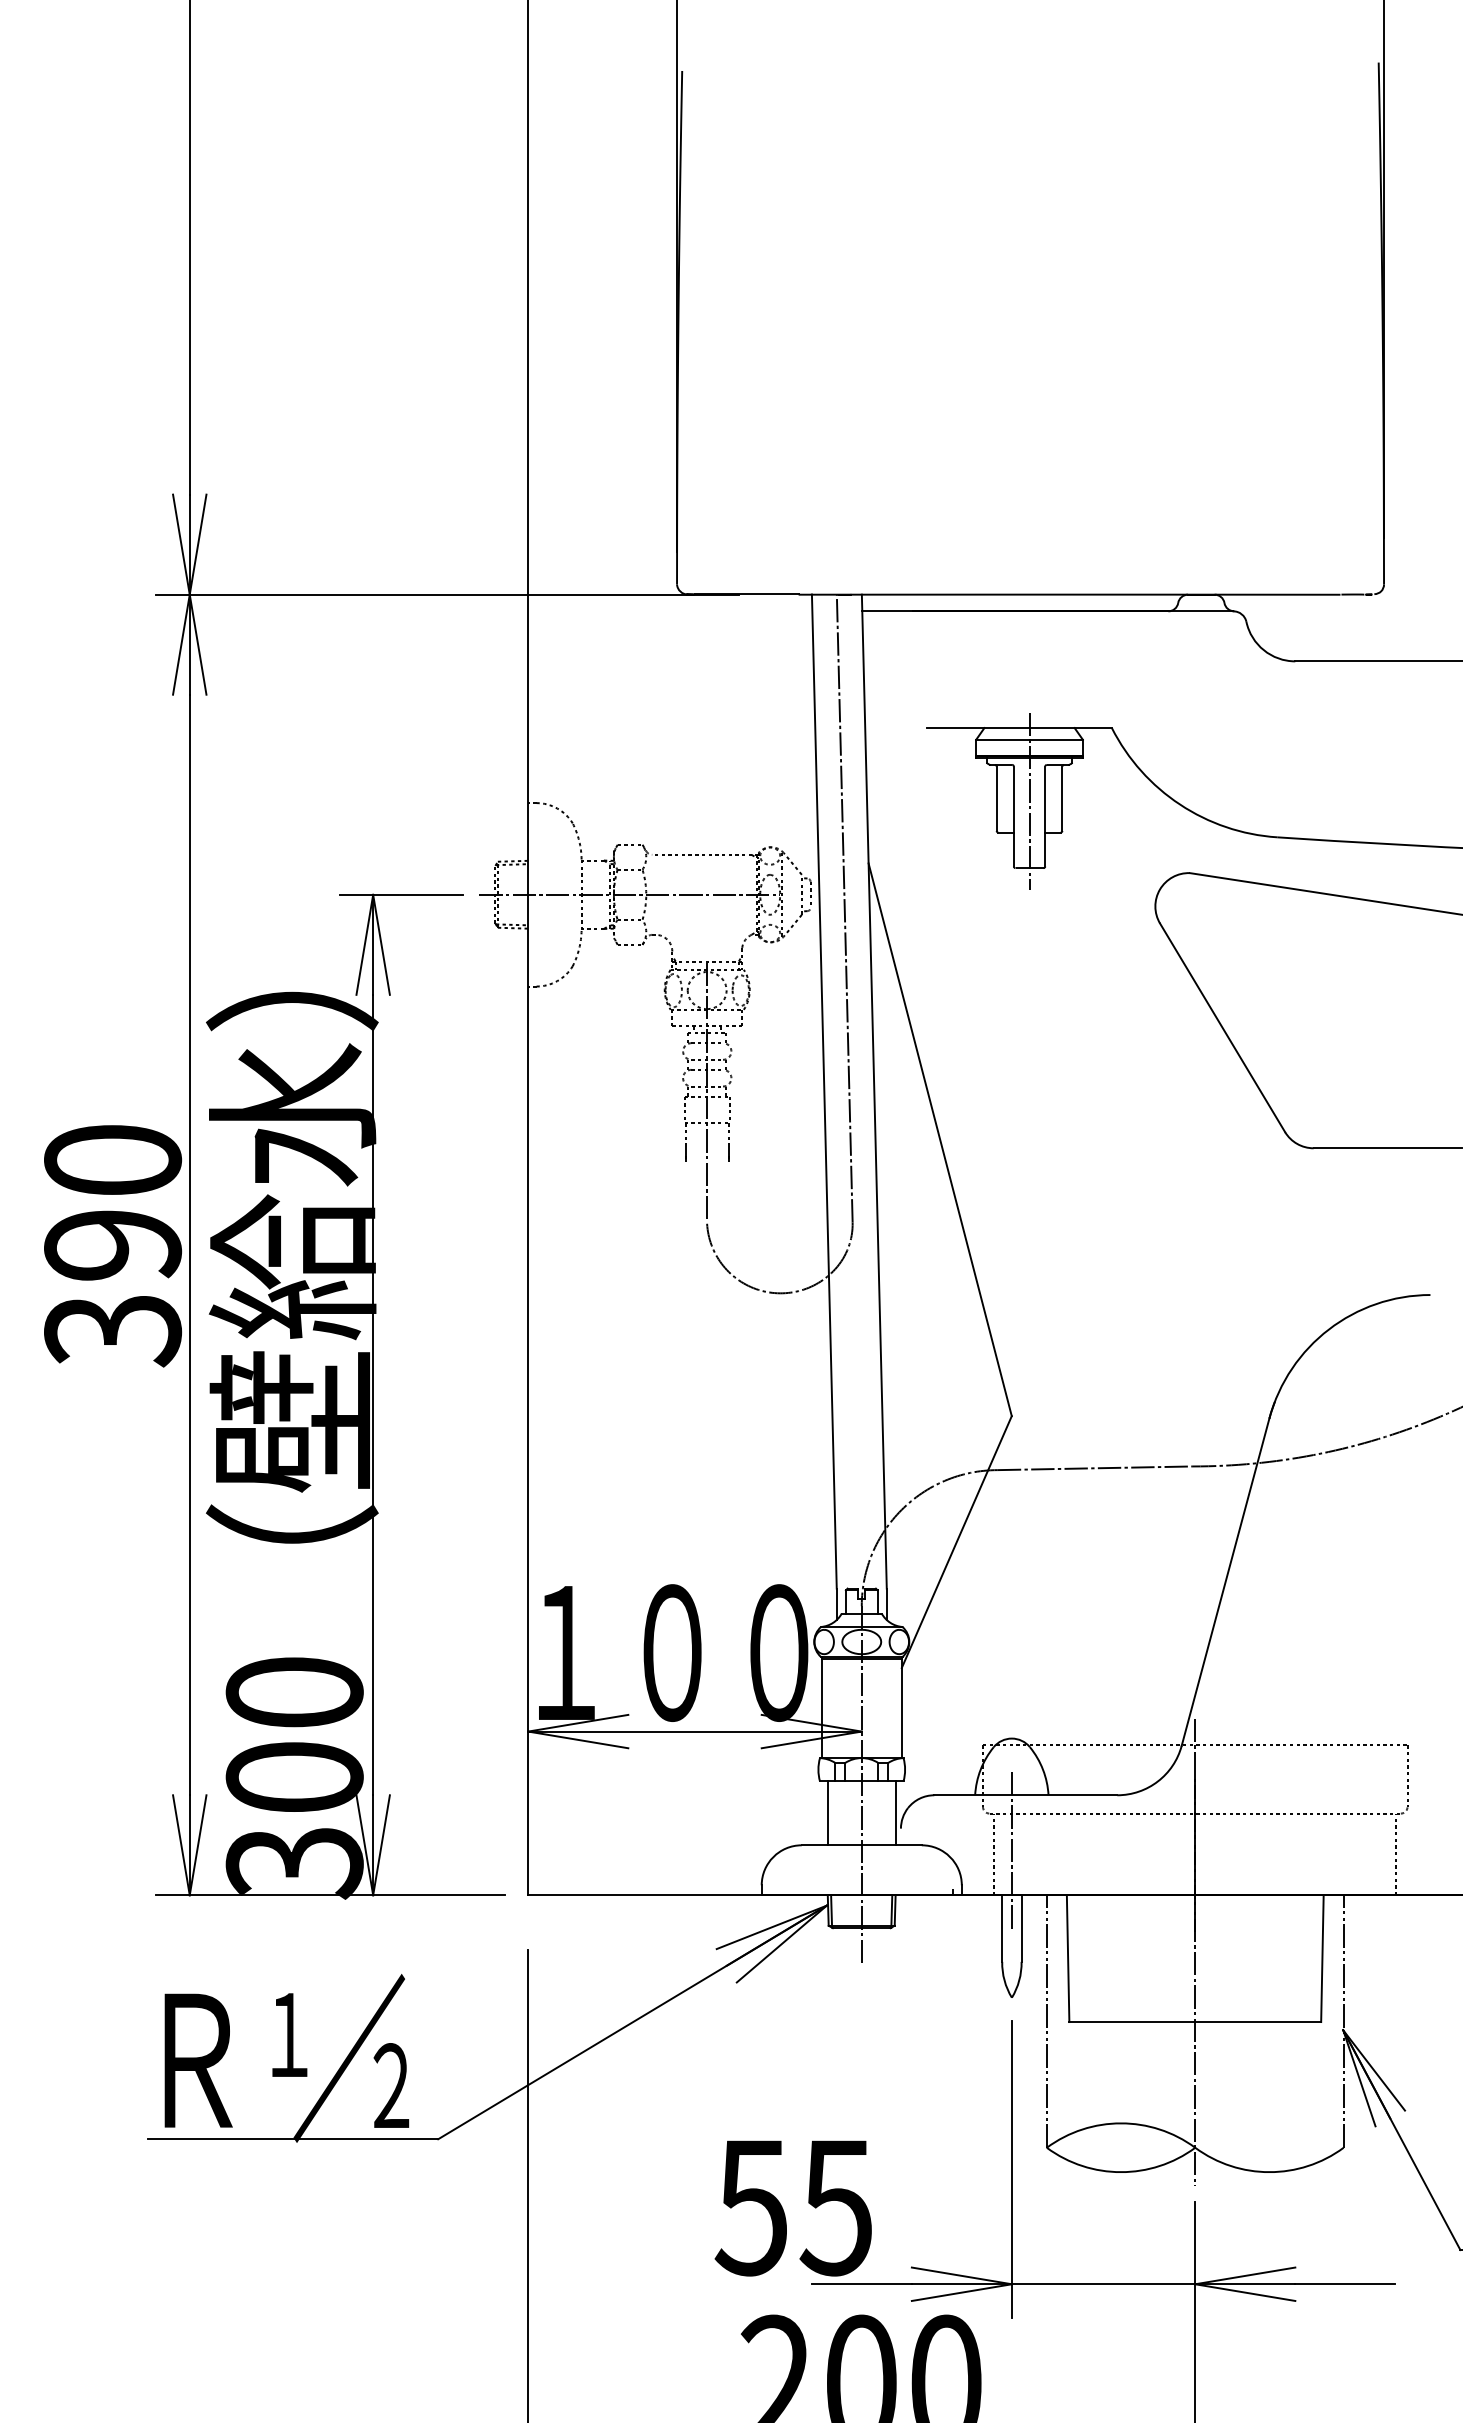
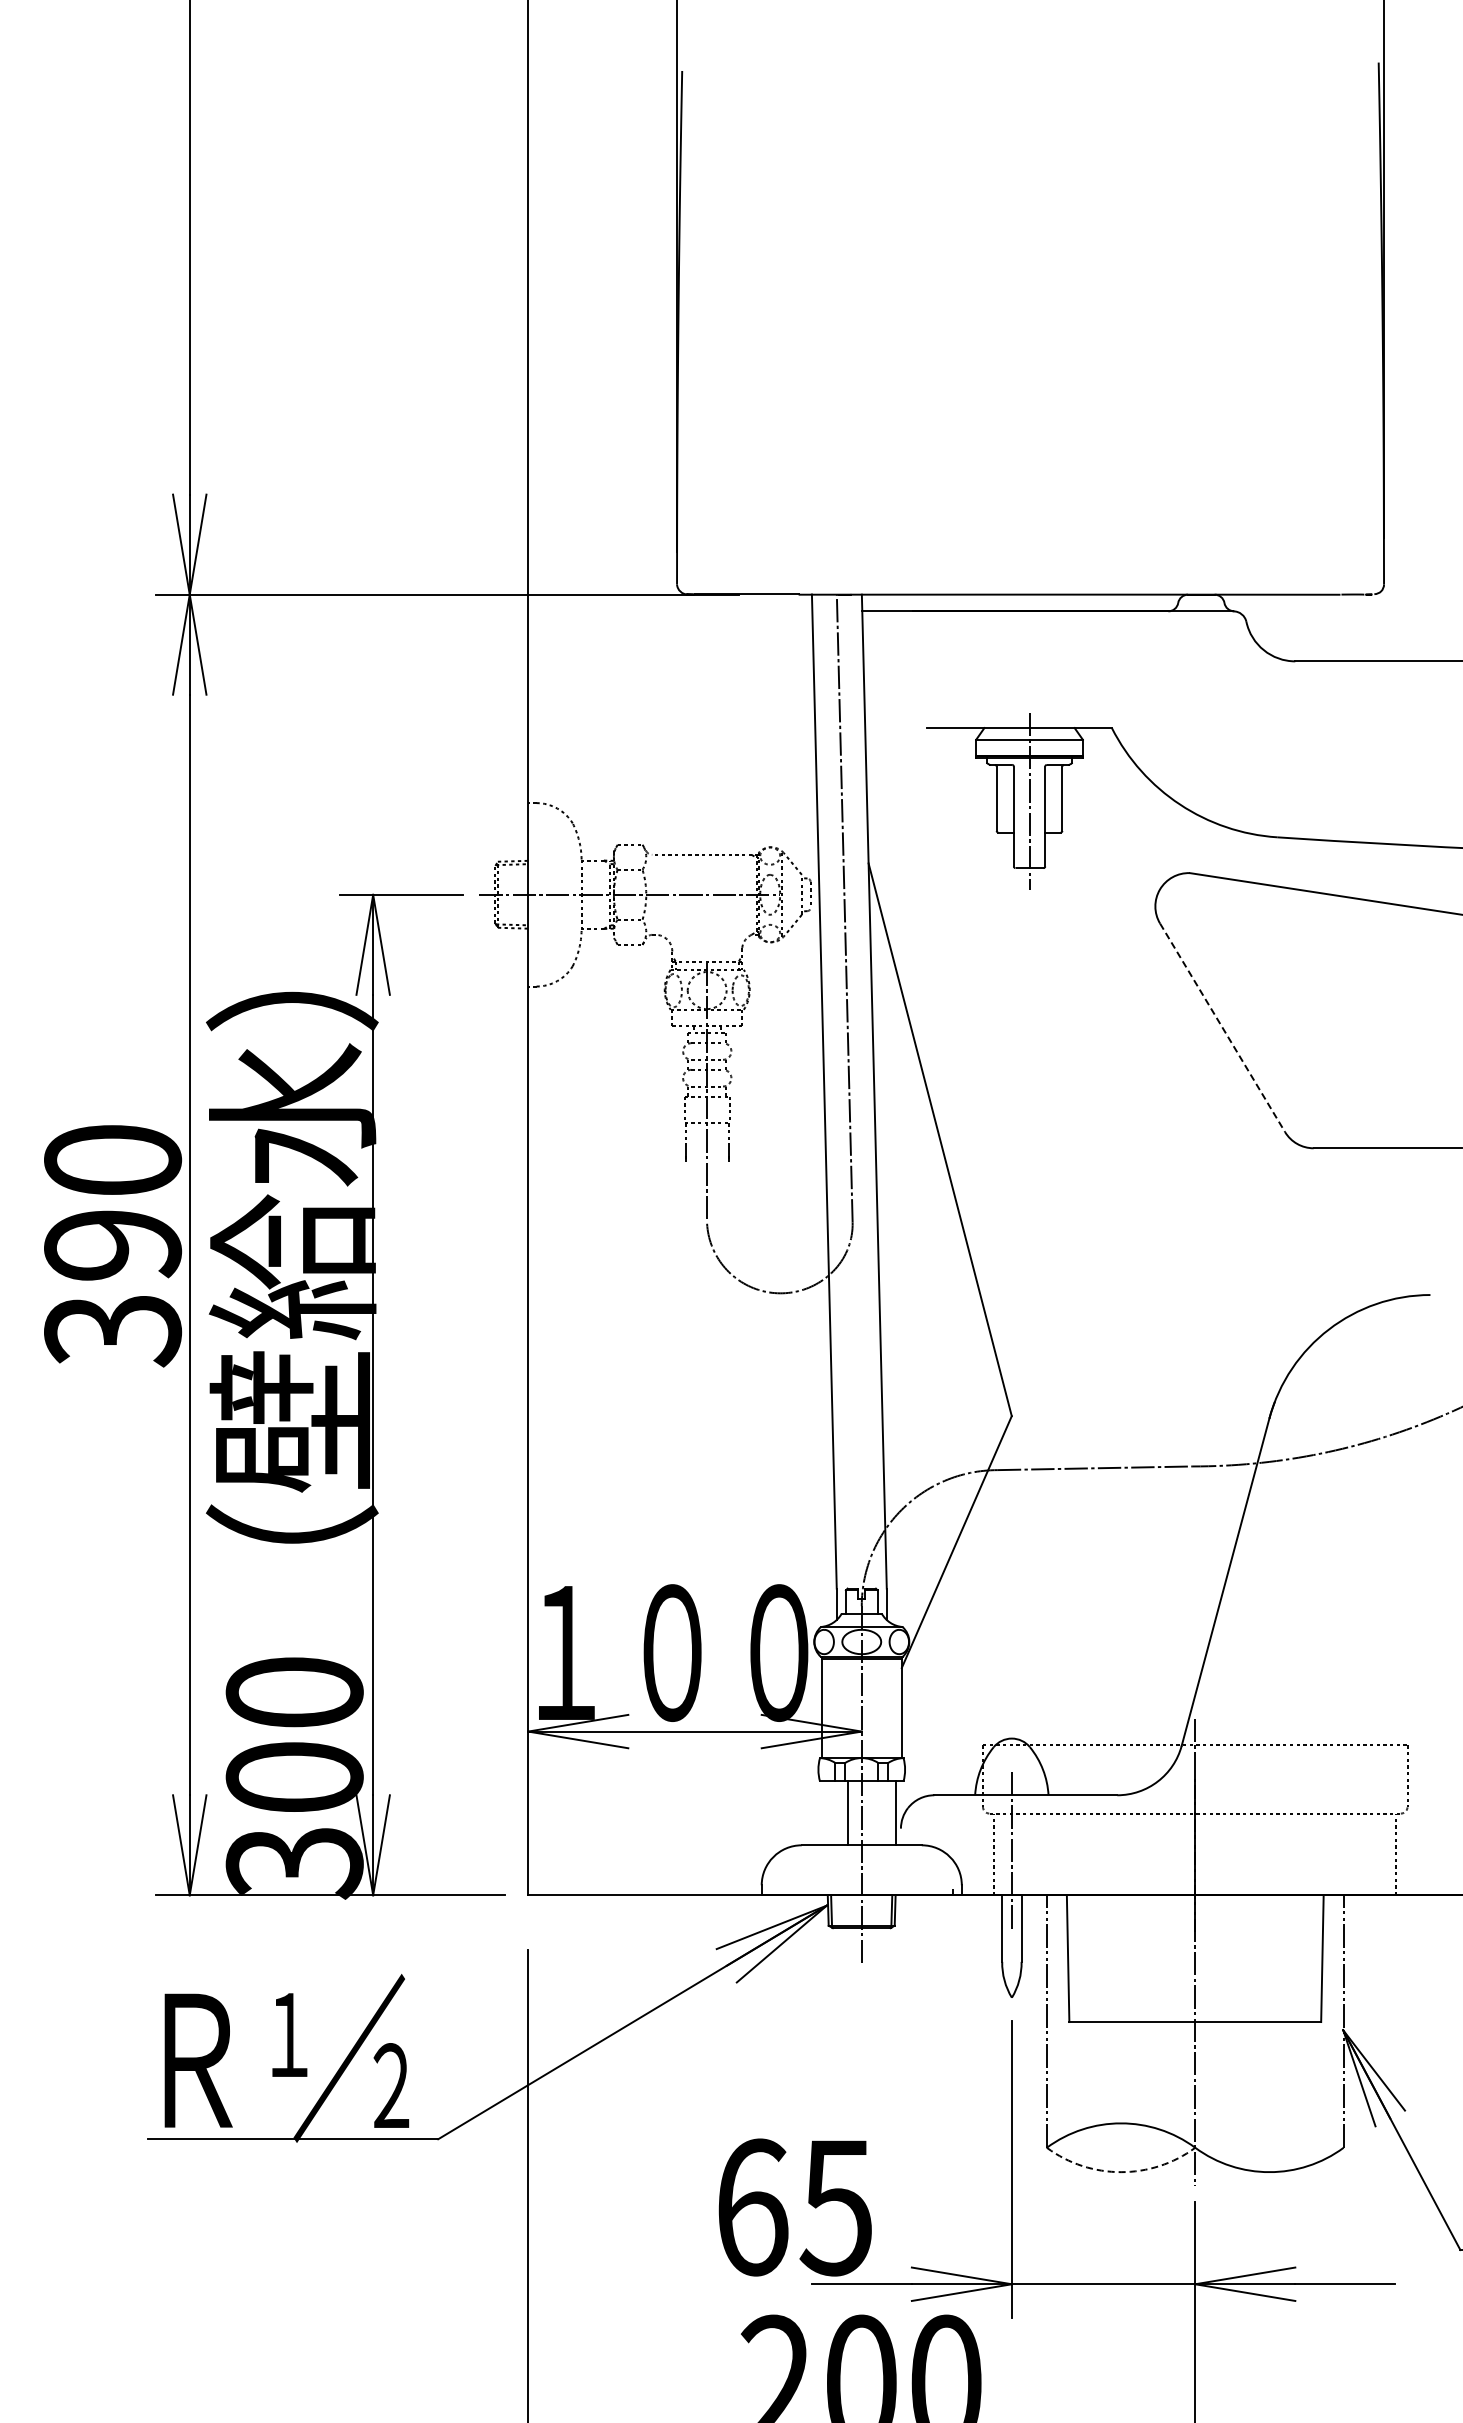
line at (1222, 1027): solid -> dashed
line at (827, 1813) position: (827, 1813) -> (847, 1813)
arc at (1121, 2172): solid -> dashed
text at (751, 2207): 55 -> 65
